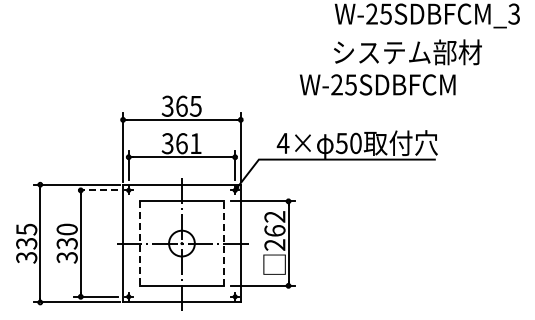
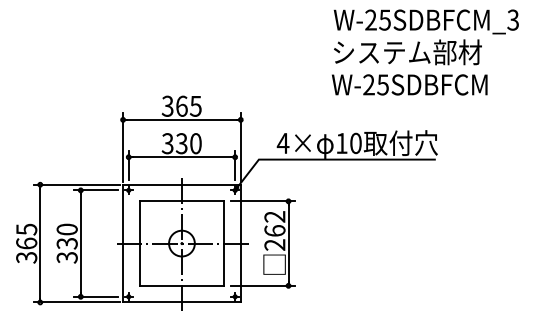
text at (426, 15) position: (426, 15) -> (425, 21)
text at (377, 84) position: (377, 84) -> (409, 84)
text at (188, 143): 361 -> 330
text at (341, 143): 50 -> 10
line at (96, 190): dashed -> solid
text at (26, 243): 335 -> 365
line at (224, 243): dashed -> solid
line at (139, 244): dashed -> solid
